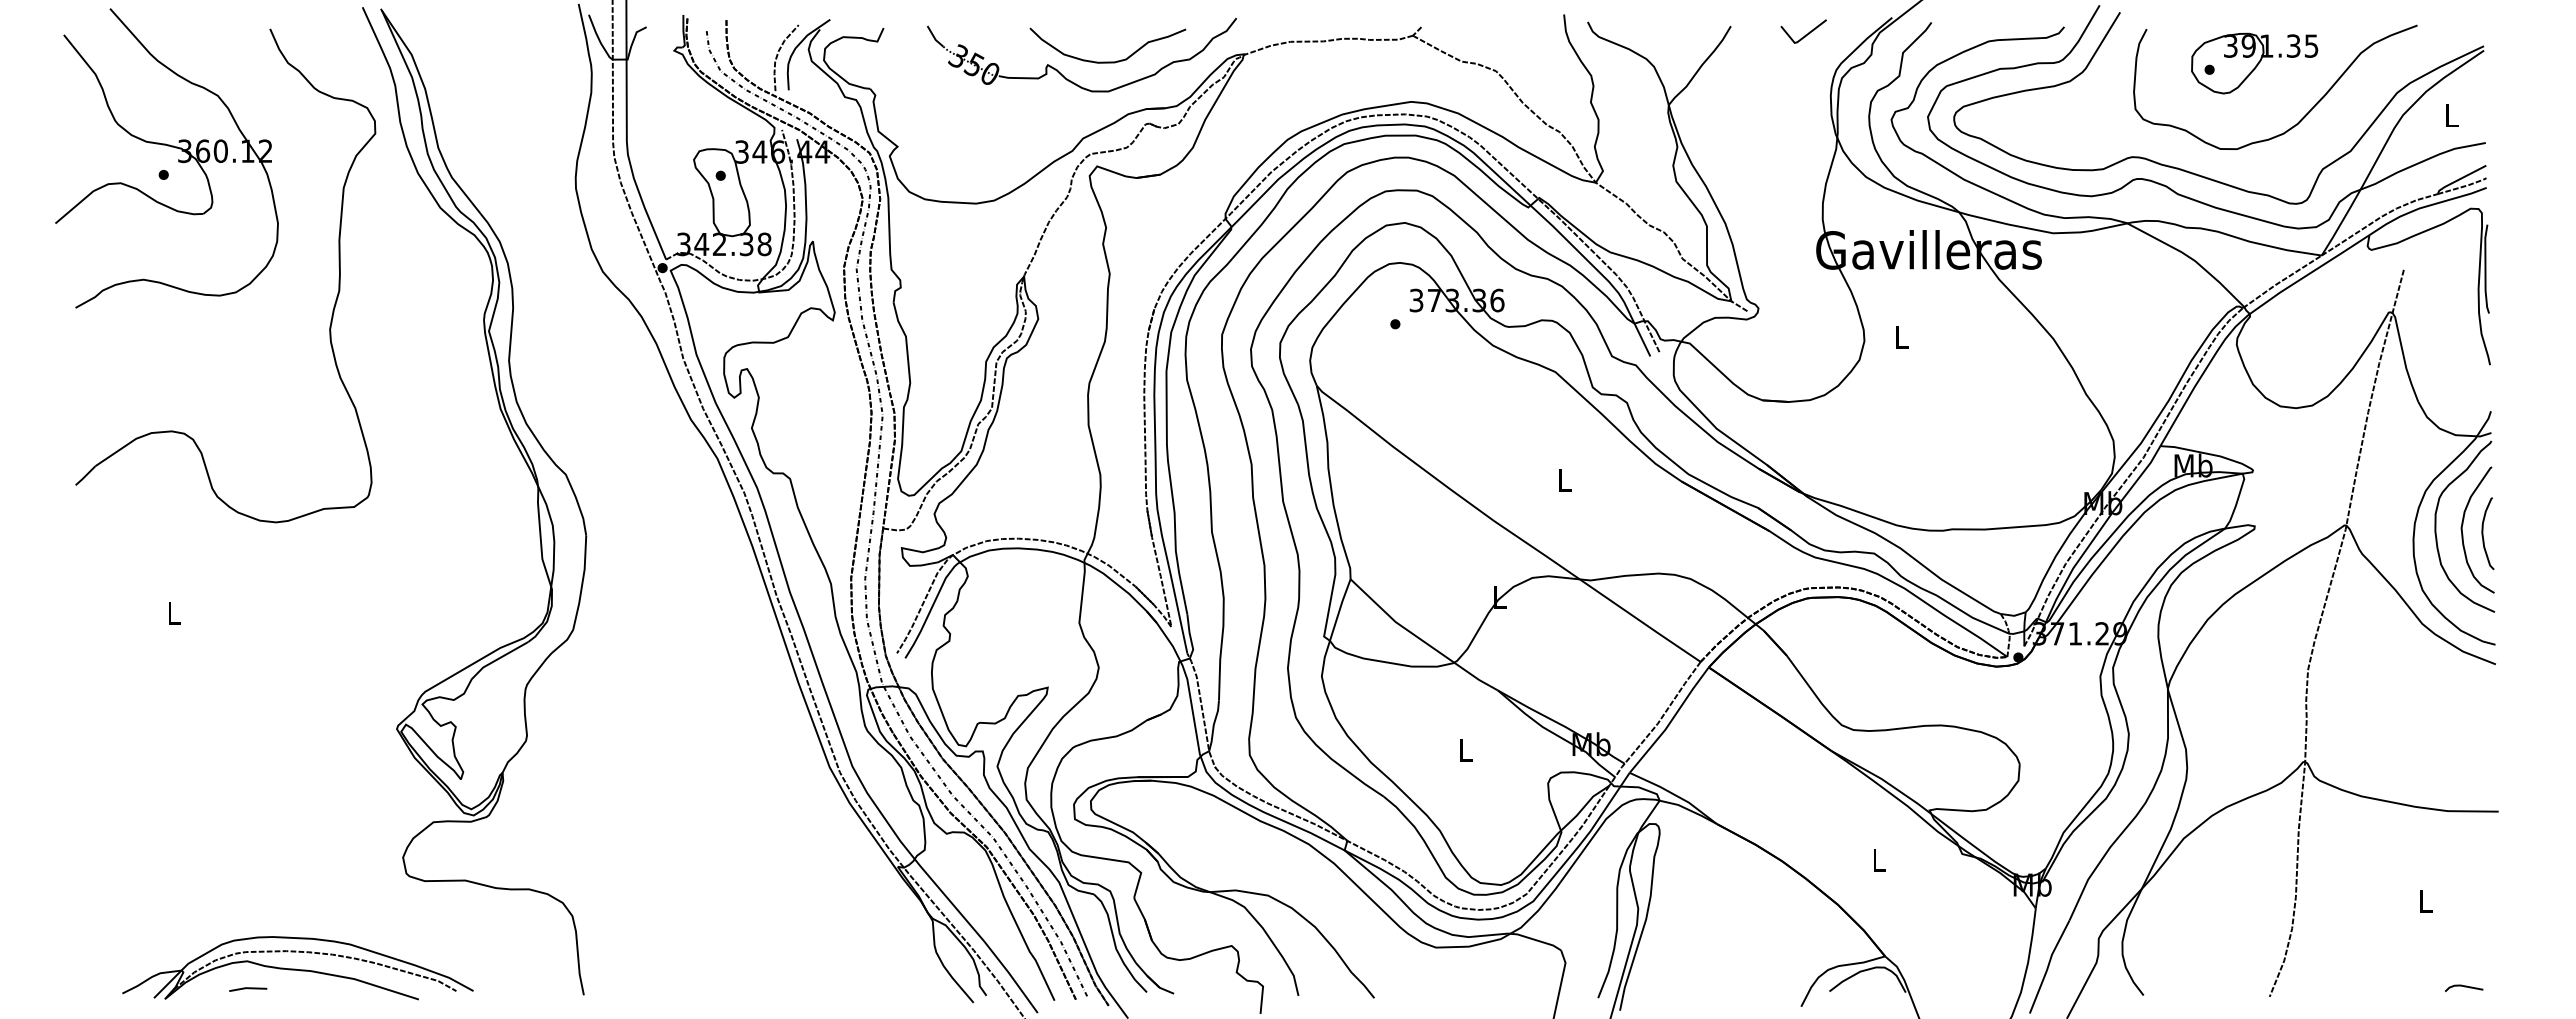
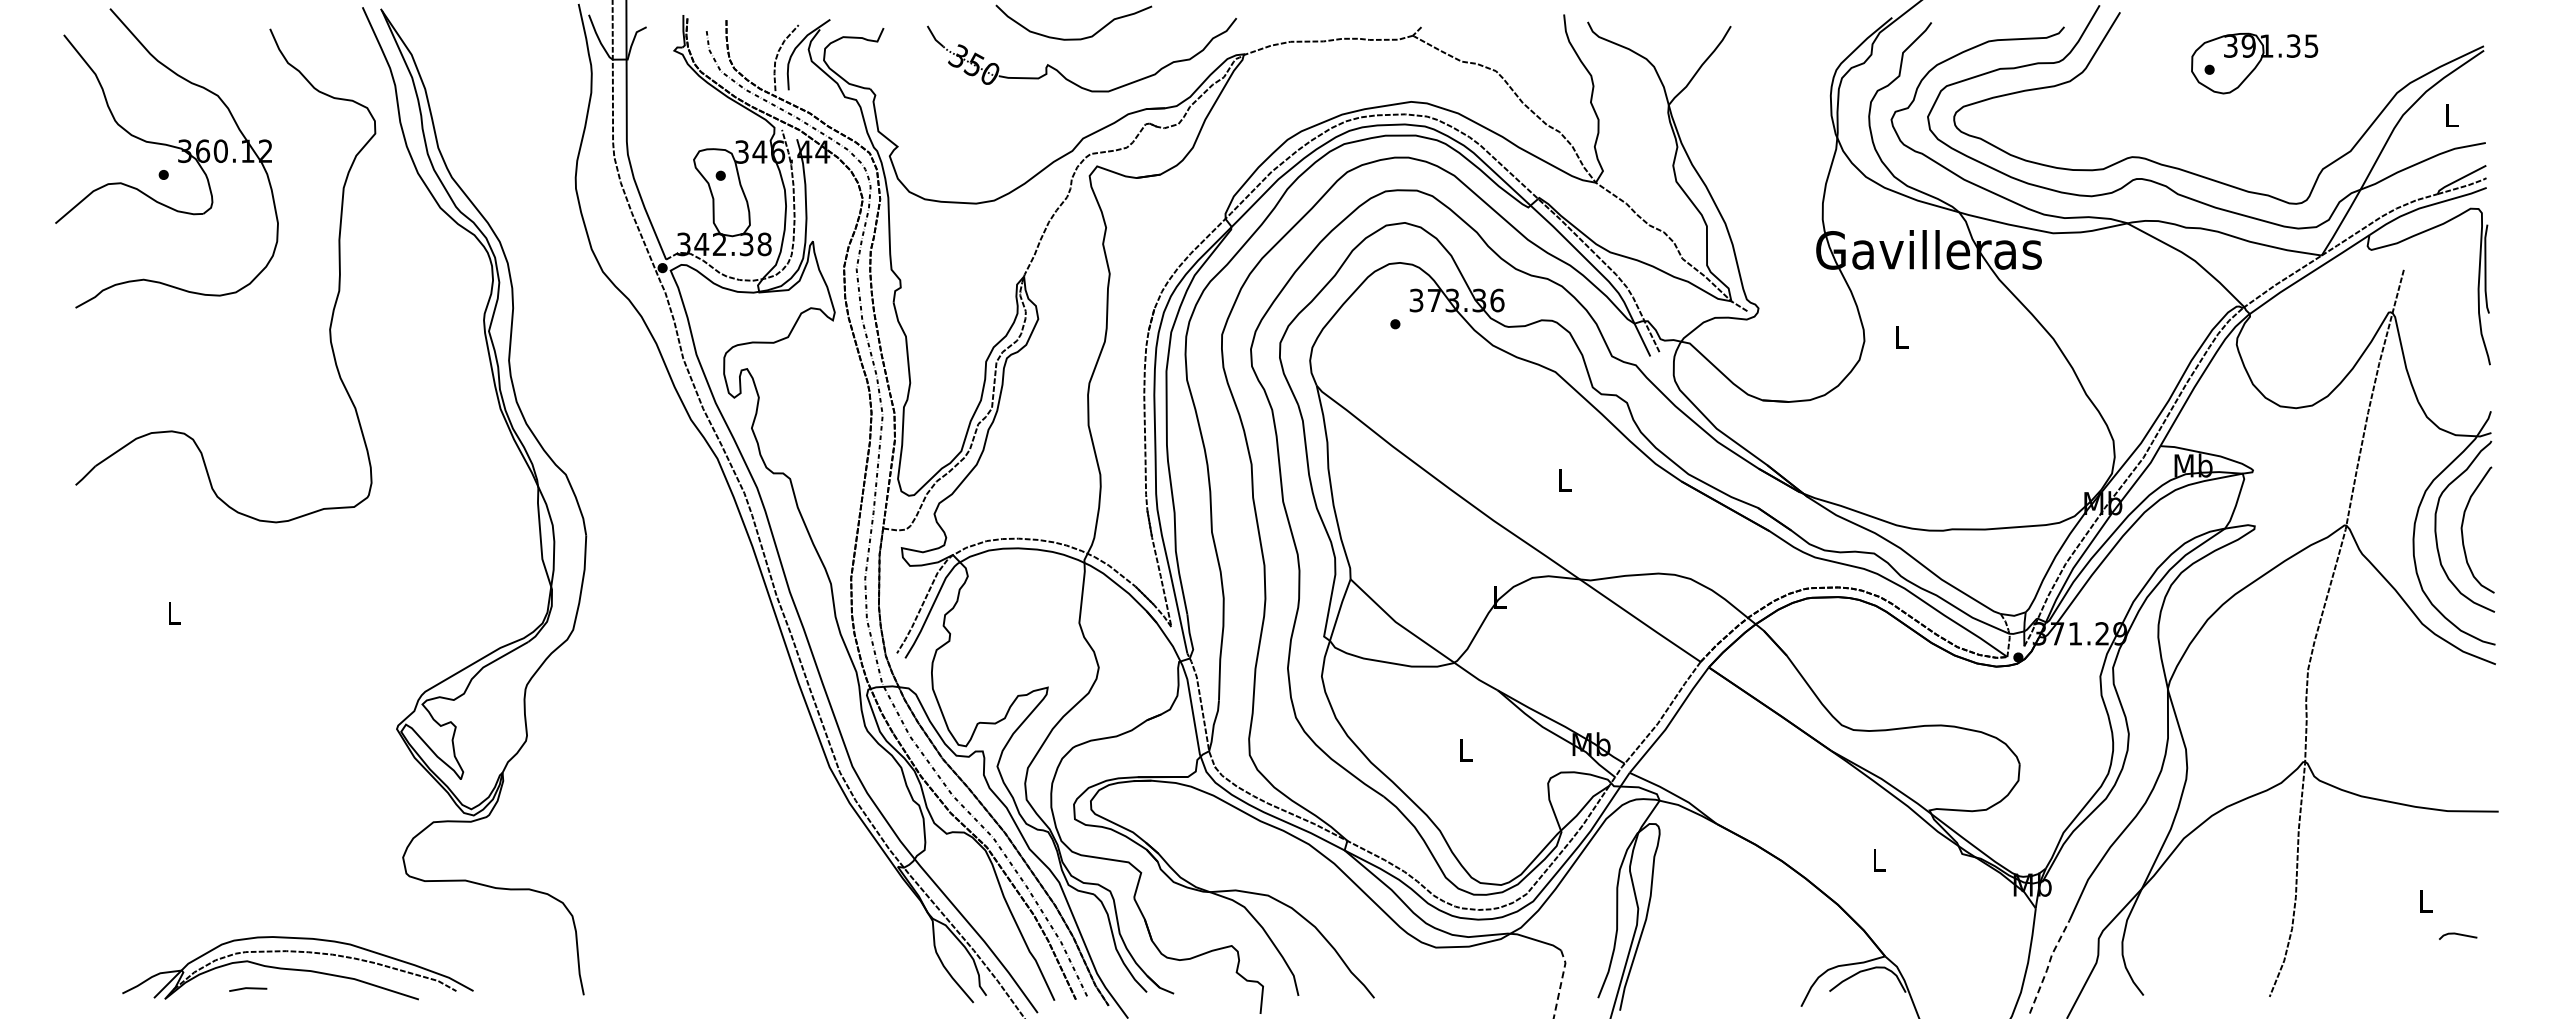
line at (1805, 34): present -> none
curve at (1107, 61) position: (1107, 61) -> (1073, 38)
curve at (2304, 115): present -> none
curve at (2483, 533): present -> none
line at (2048, 965): solid -> dashed
line at (1561, 983): solid -> dashed
line at (2464, 987) position: (2464, 987) -> (2458, 935)
